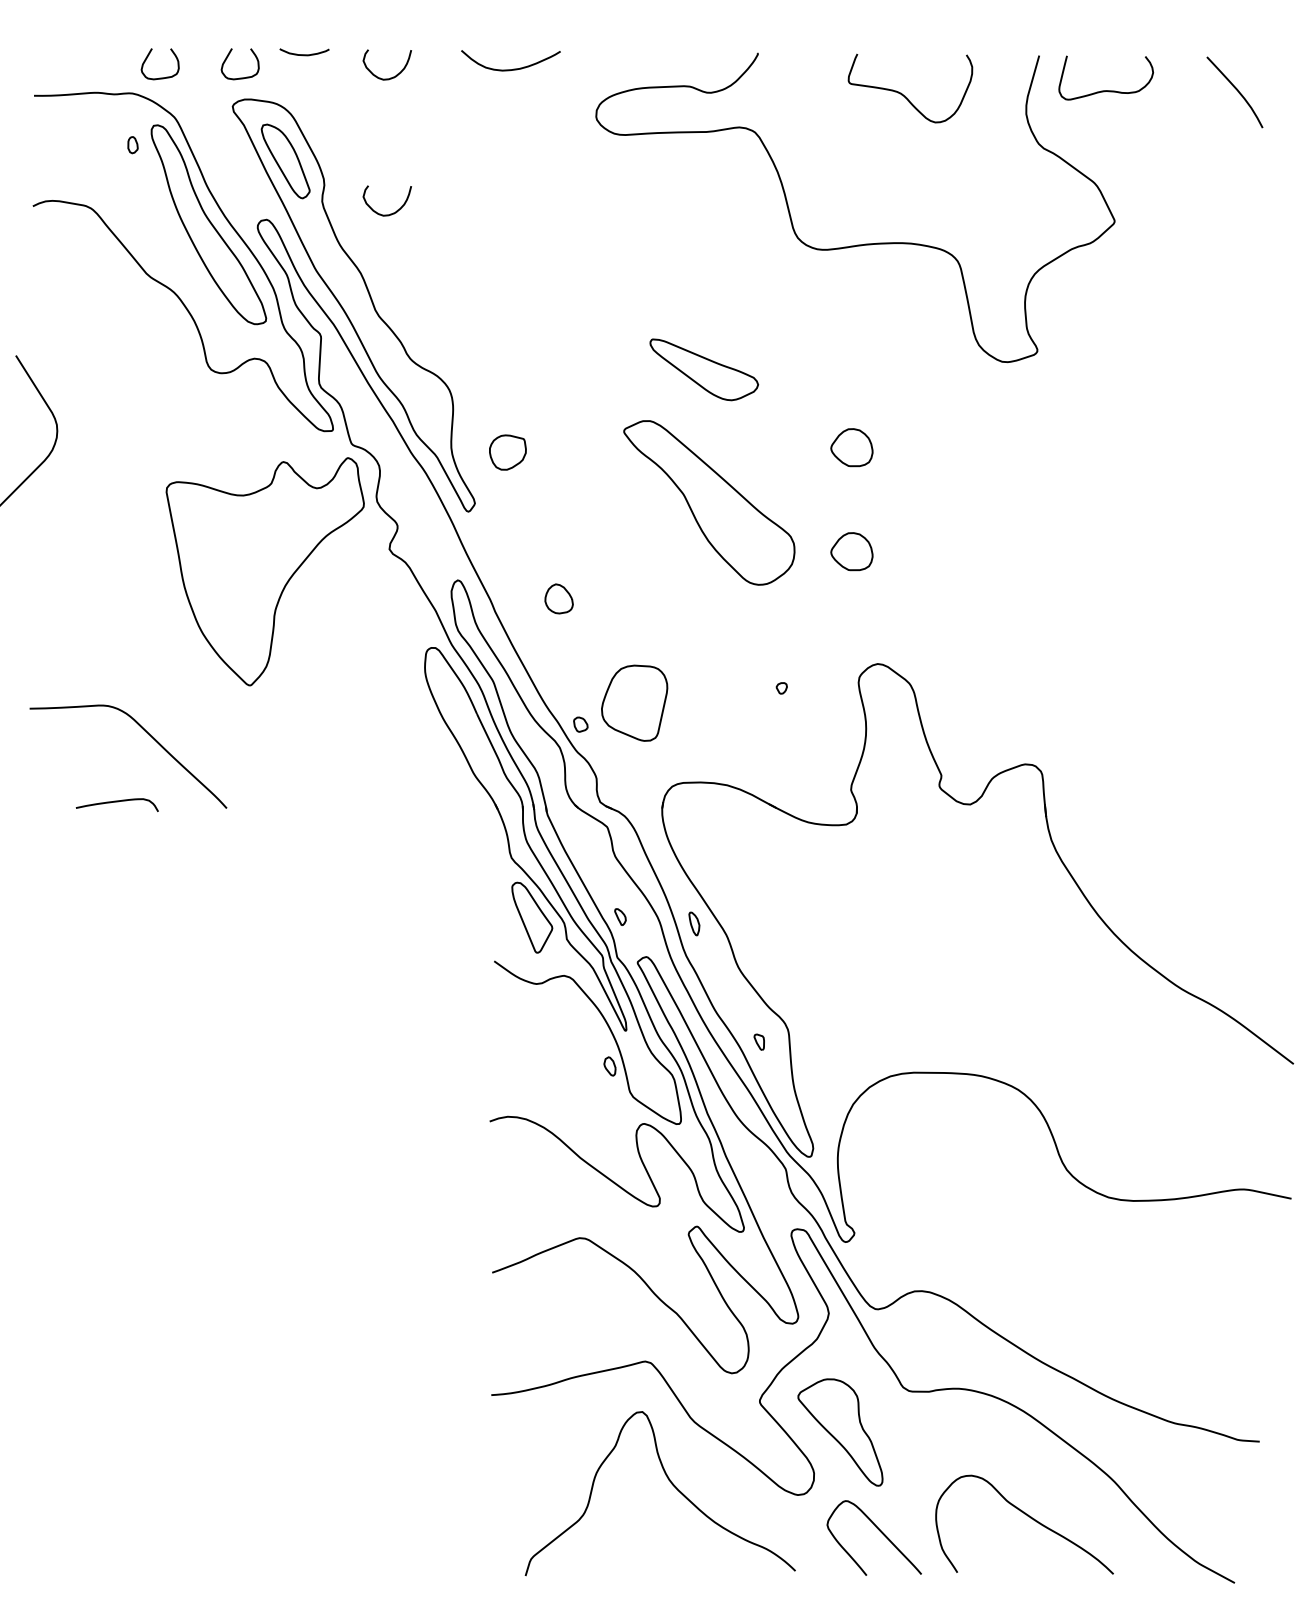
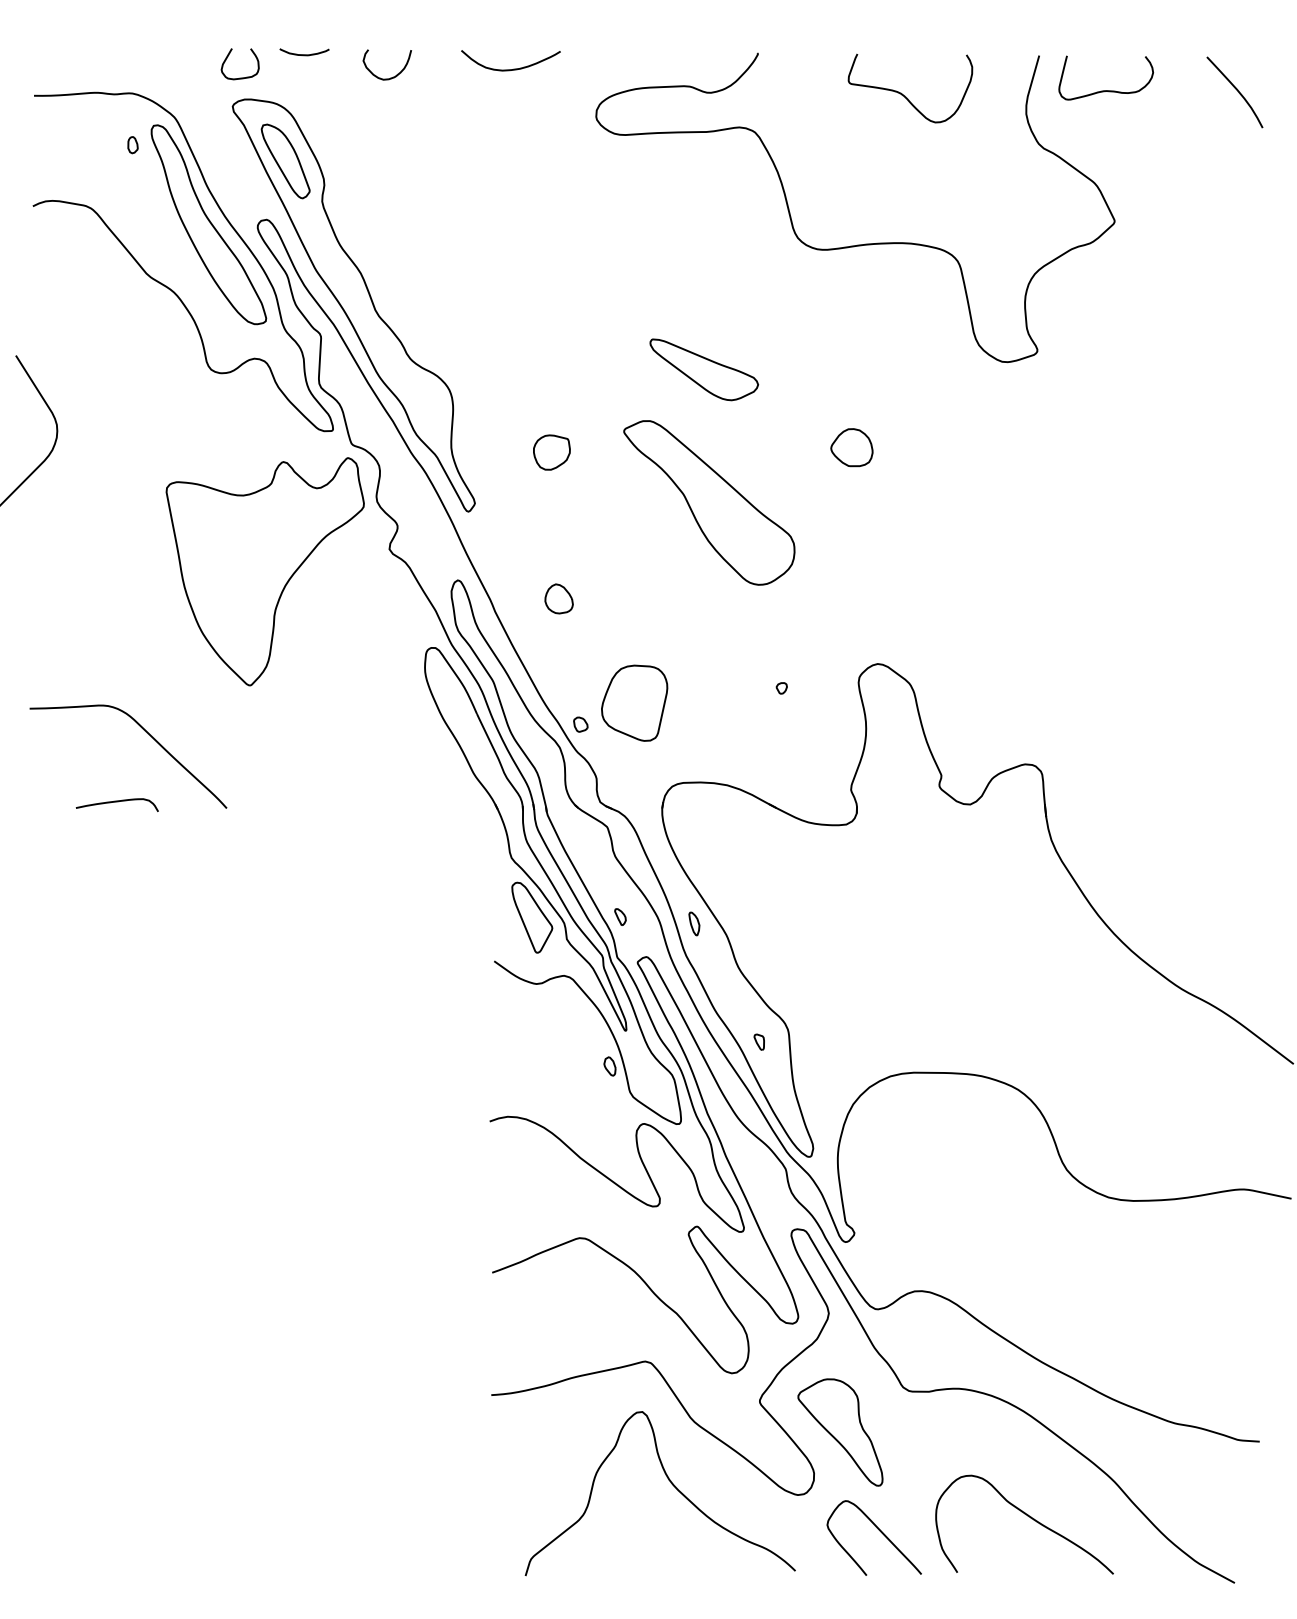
curve at (159, 77): present -> none
curve at (390, 213): present -> none
part at (507, 452) position: (507, 452) -> (551, 452)
part at (851, 551): present -> none
